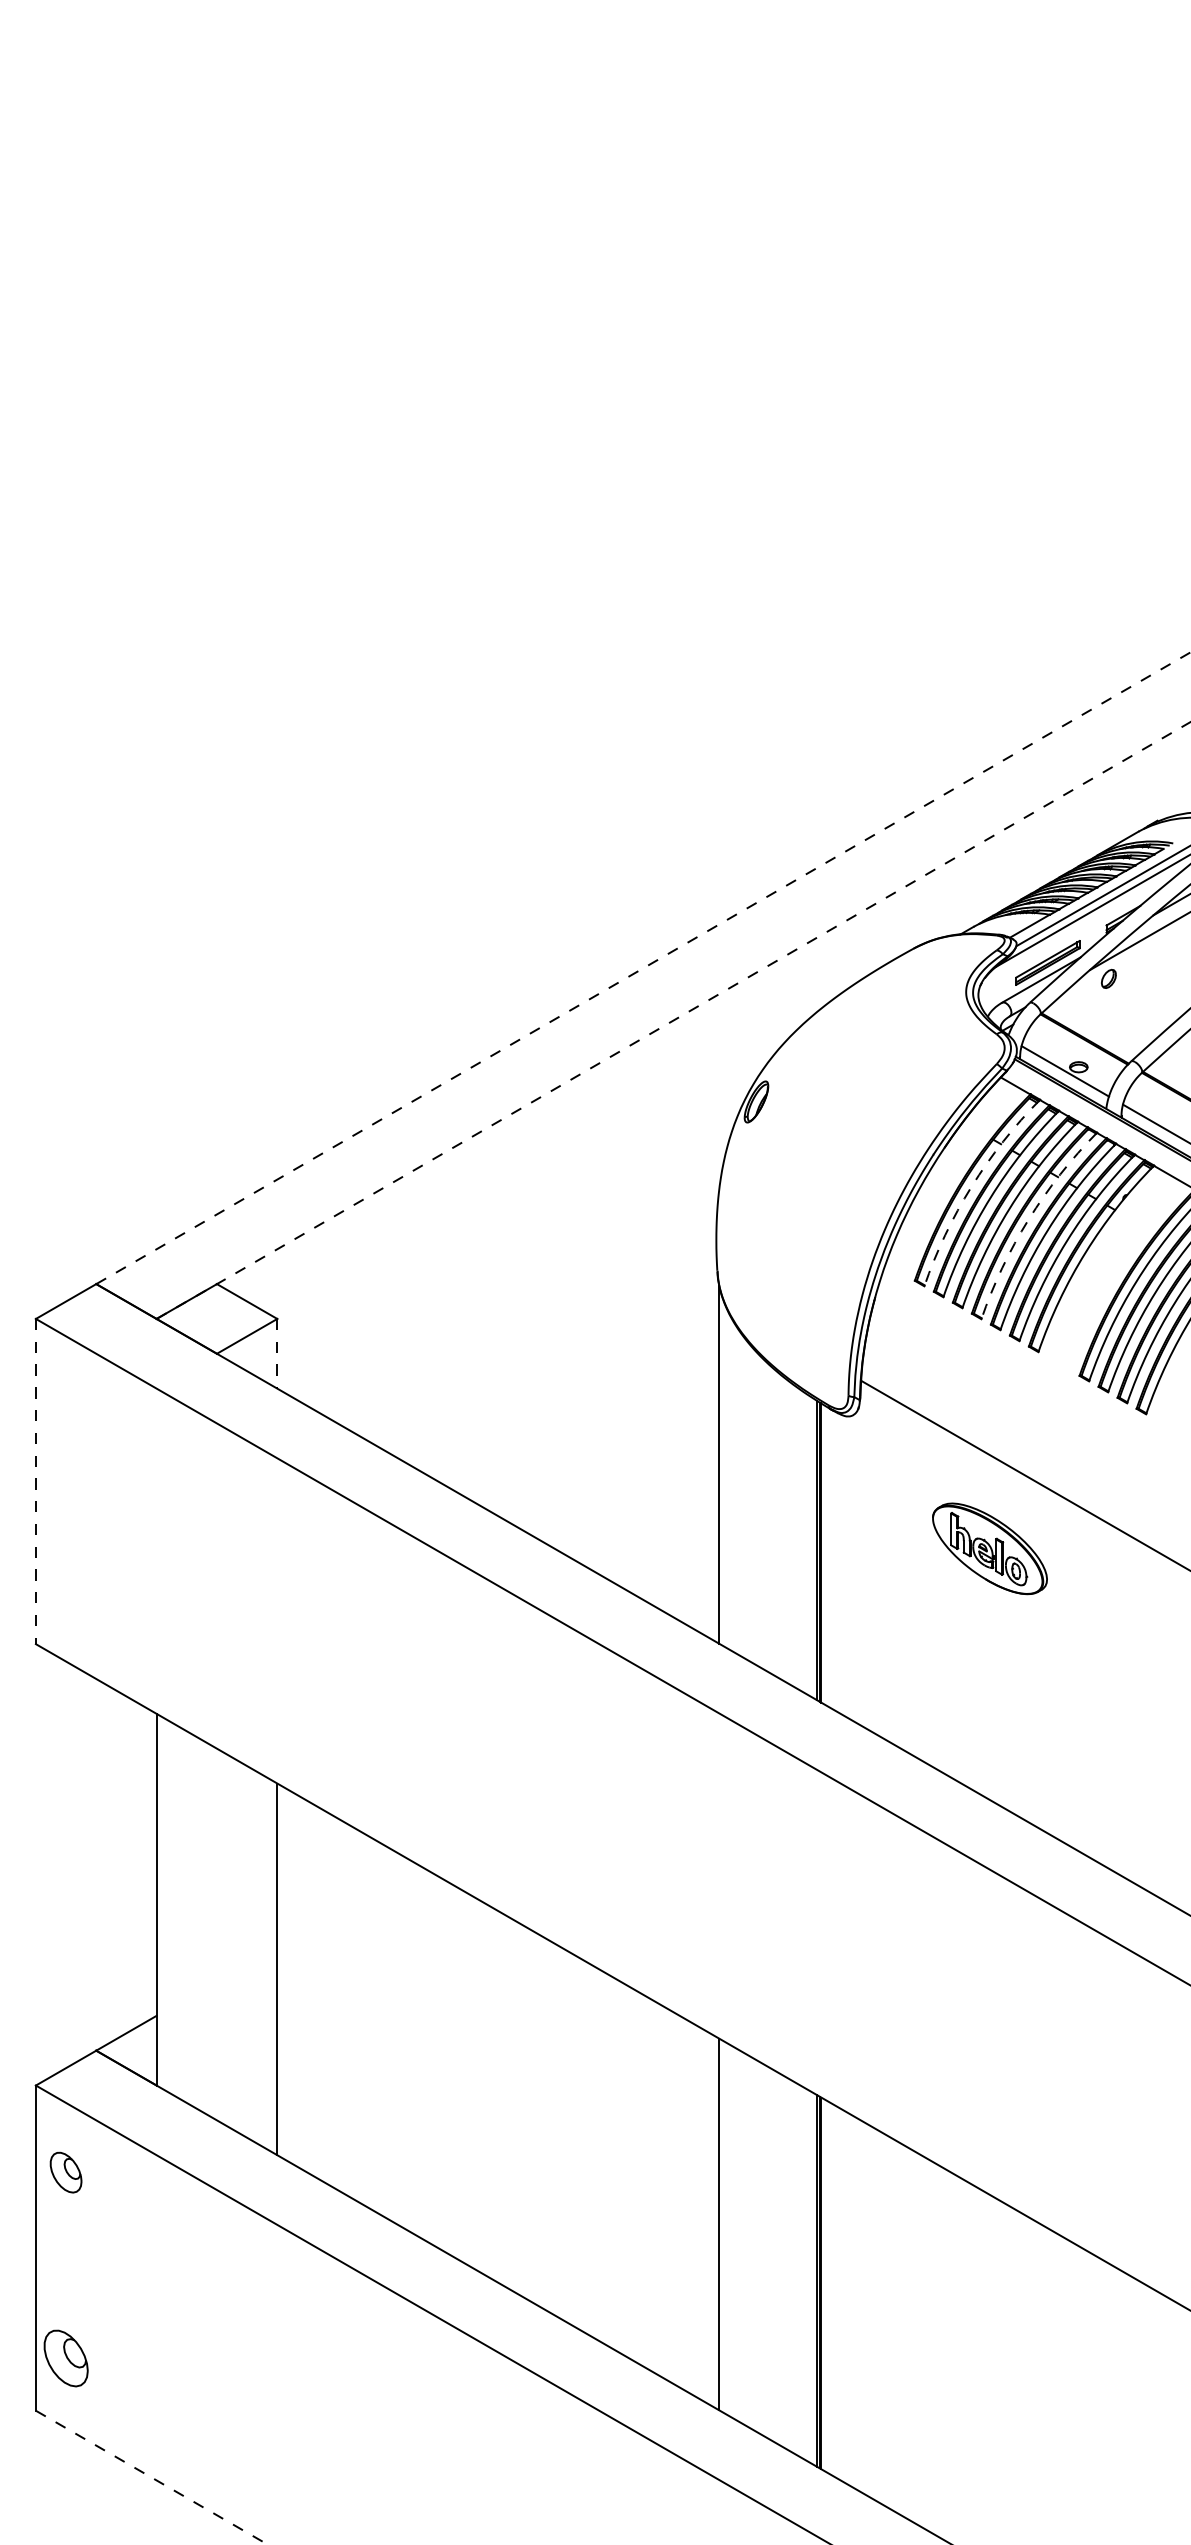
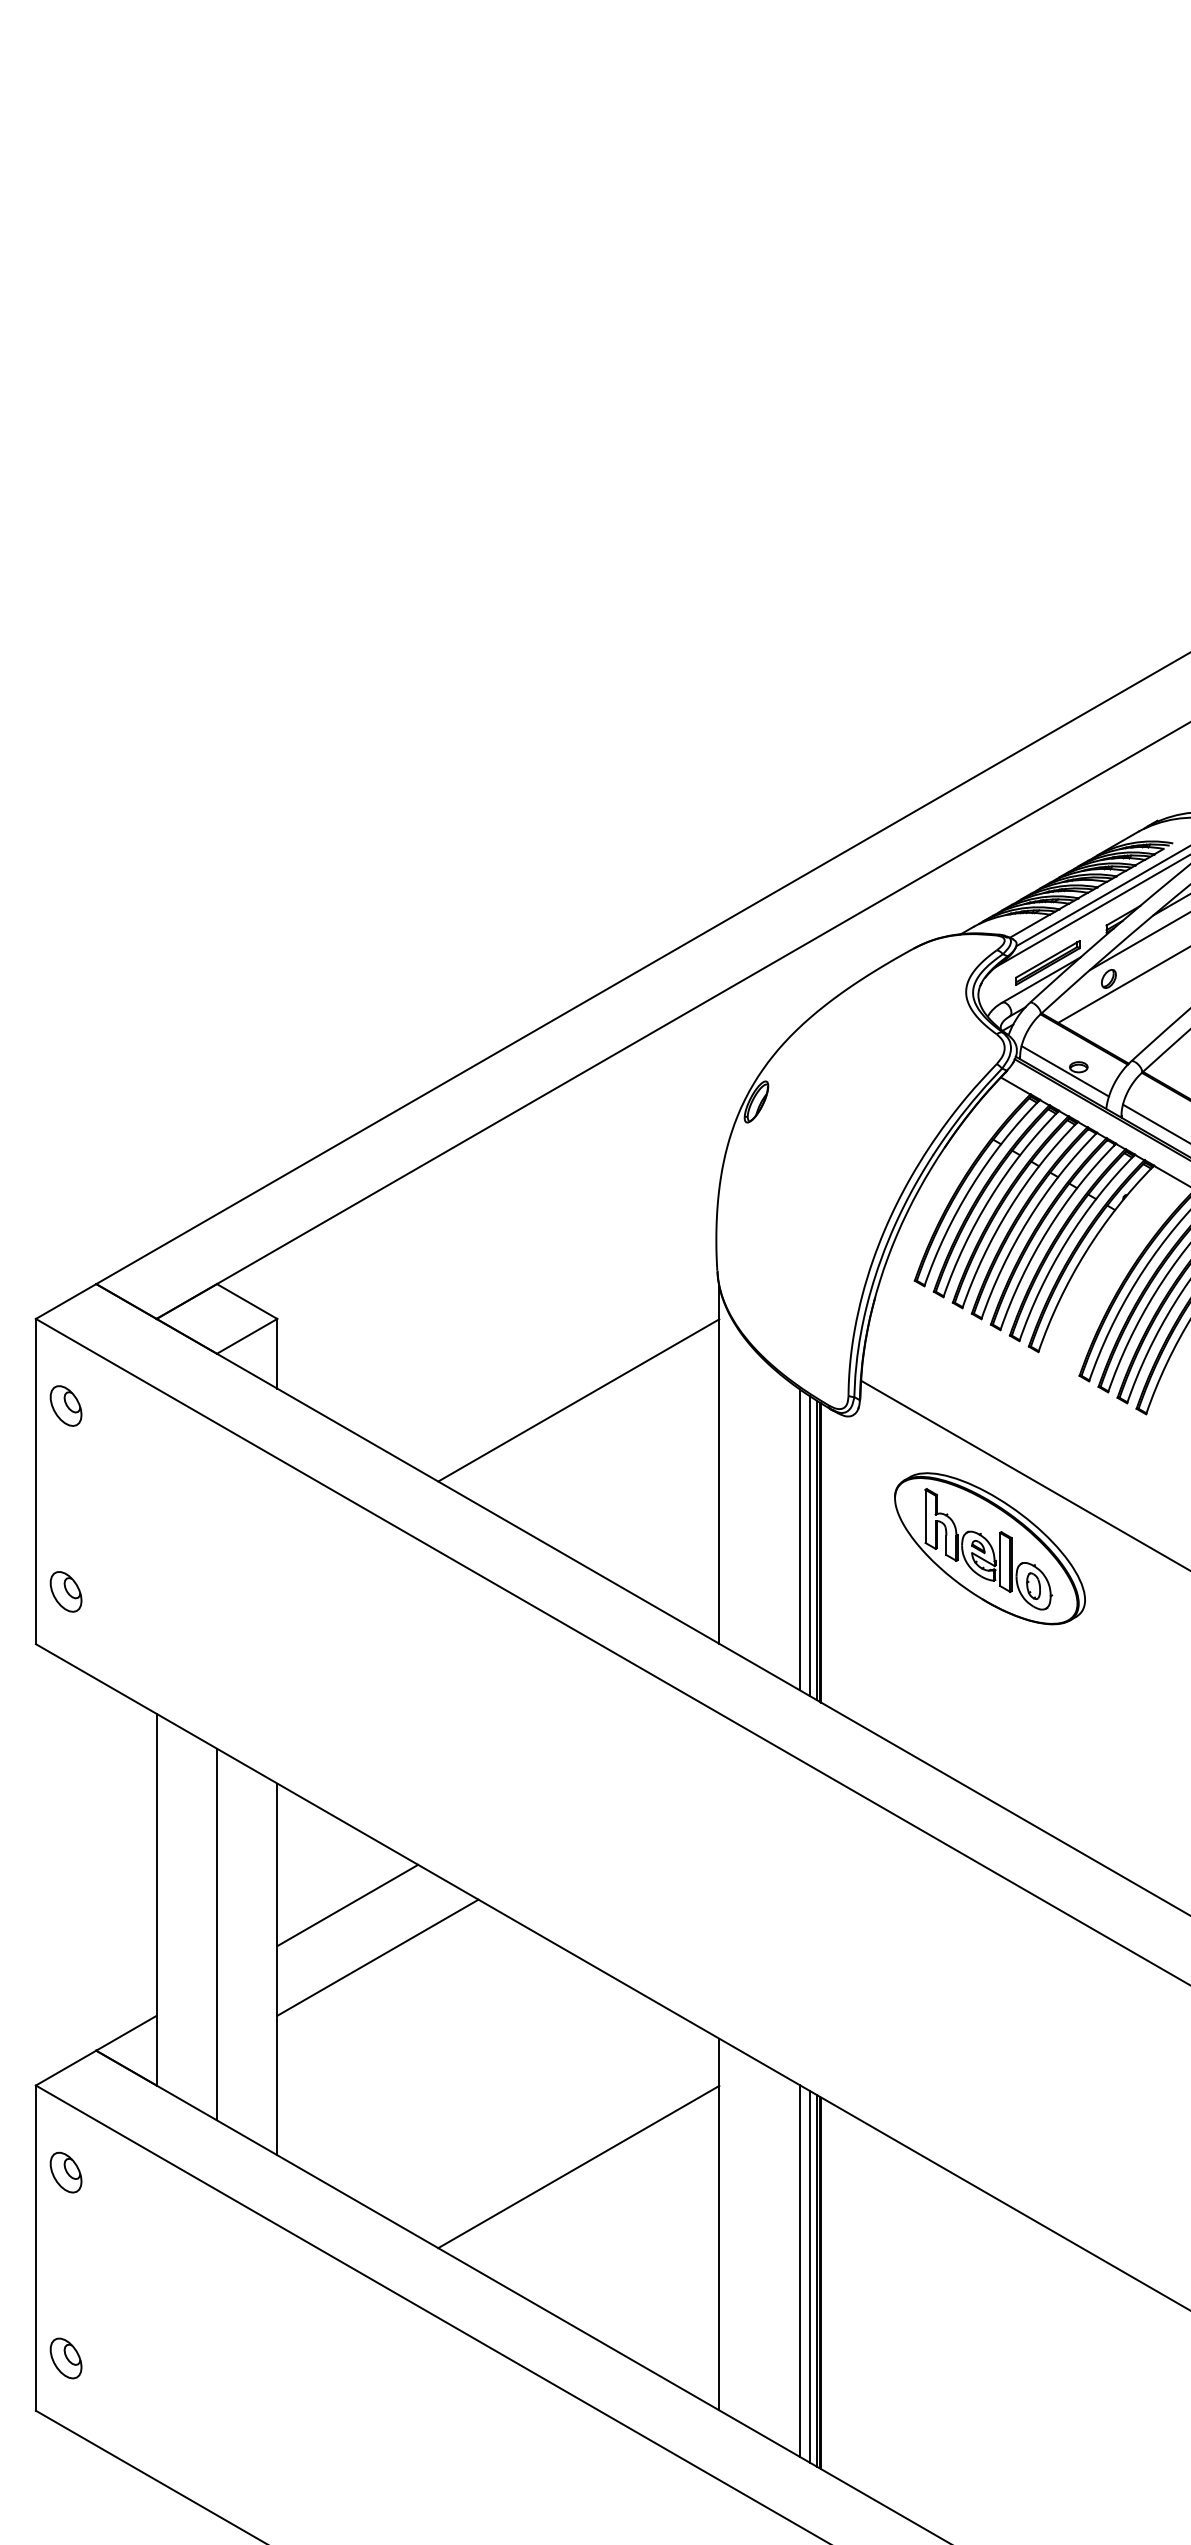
line at (643, 968): dashed -> solid
line at (1122, 985): none -> present
line at (673, 1020): dashed -> solid
arc at (971, 1186): dashed -> solid
arc at (1028, 1219): dashed -> solid
line at (277, 1353): dashed -> solid
line at (578, 1400): none -> present
part at (65, 1405): none -> present
line at (35, 1481): dashed -> solid
line at (799, 1539): none -> present
line at (810, 1546): none -> present
part at (989, 1548) size: 116x94 px -> 192x154 px
part at (65, 1591): none -> present
line at (347, 1905): none -> present
line at (216, 1934): none -> present
line at (377, 1957): none -> present
line at (578, 2166): none -> present
line at (799, 2270): none -> present
line at (810, 2276): none -> present
part at (65, 2358) size: 46x59 px -> 34x43 px
line at (151, 2477): dashed -> solid
